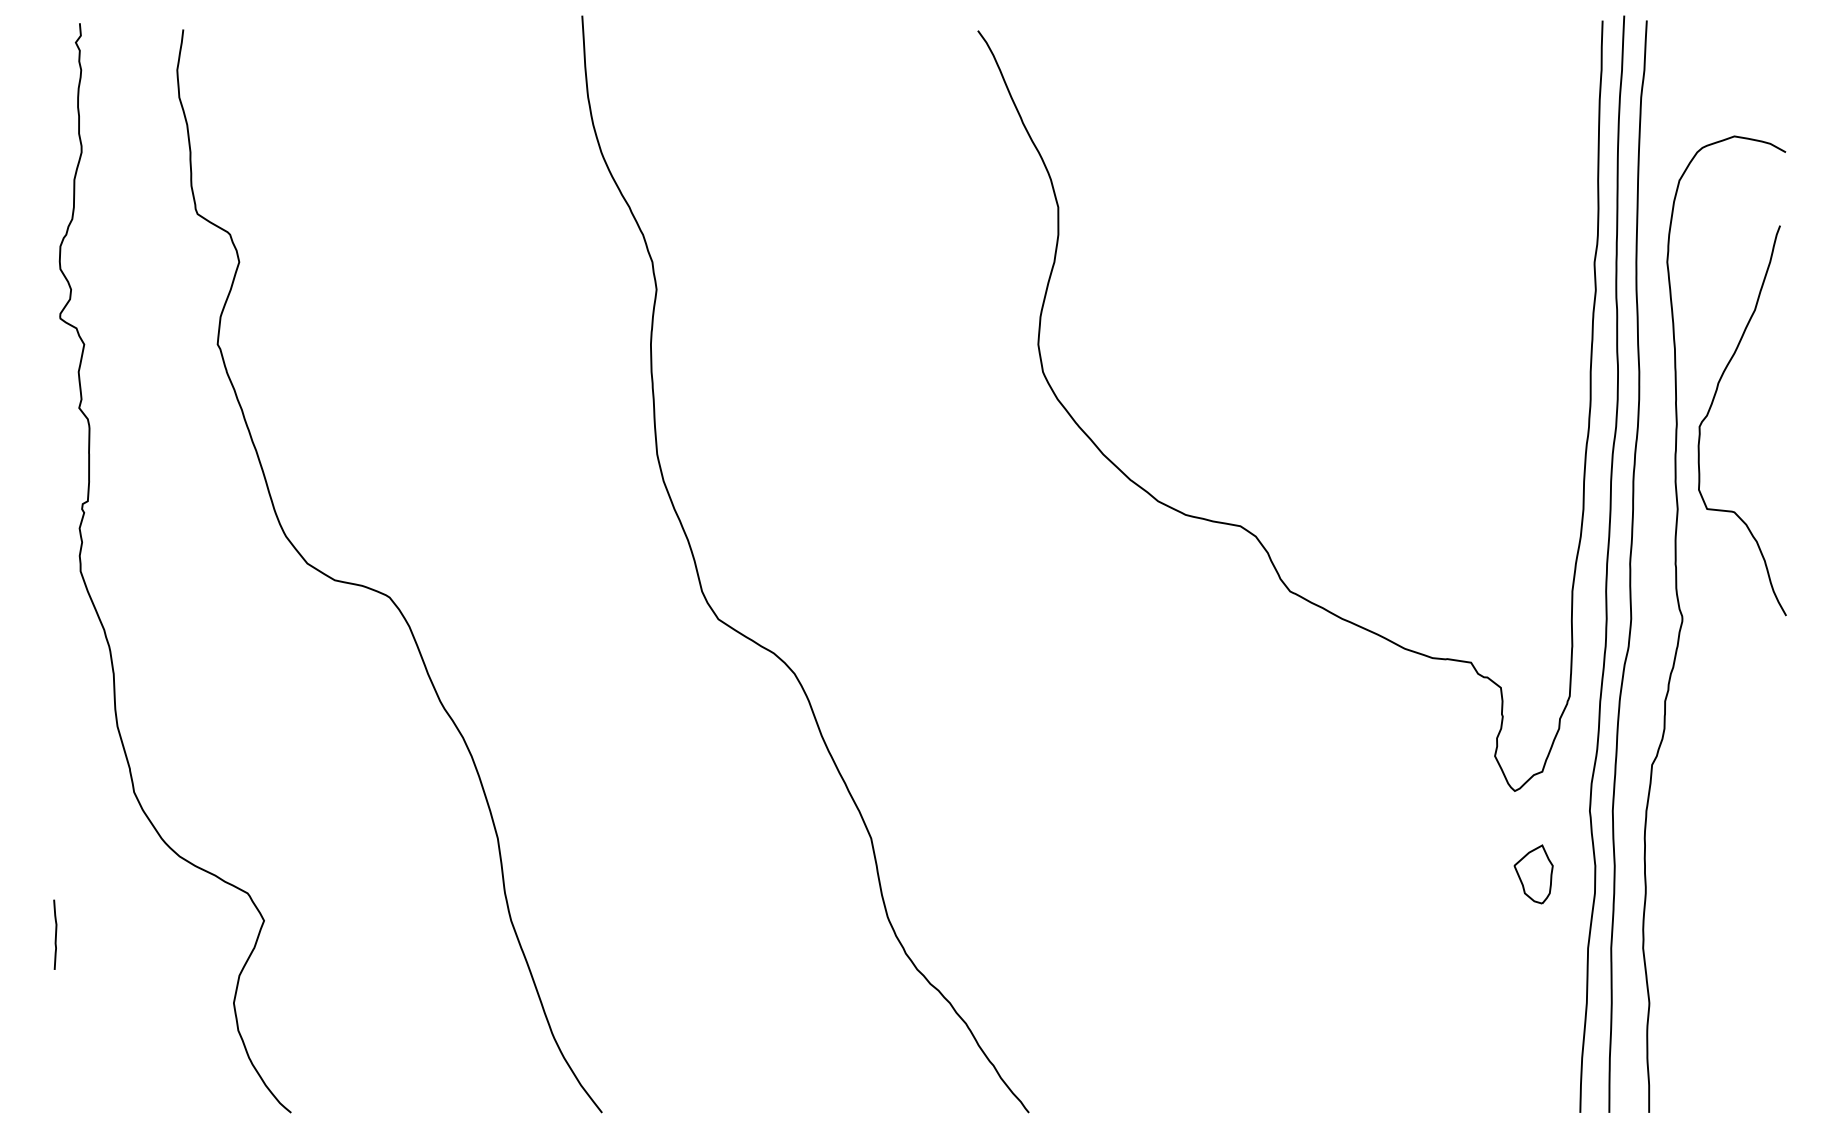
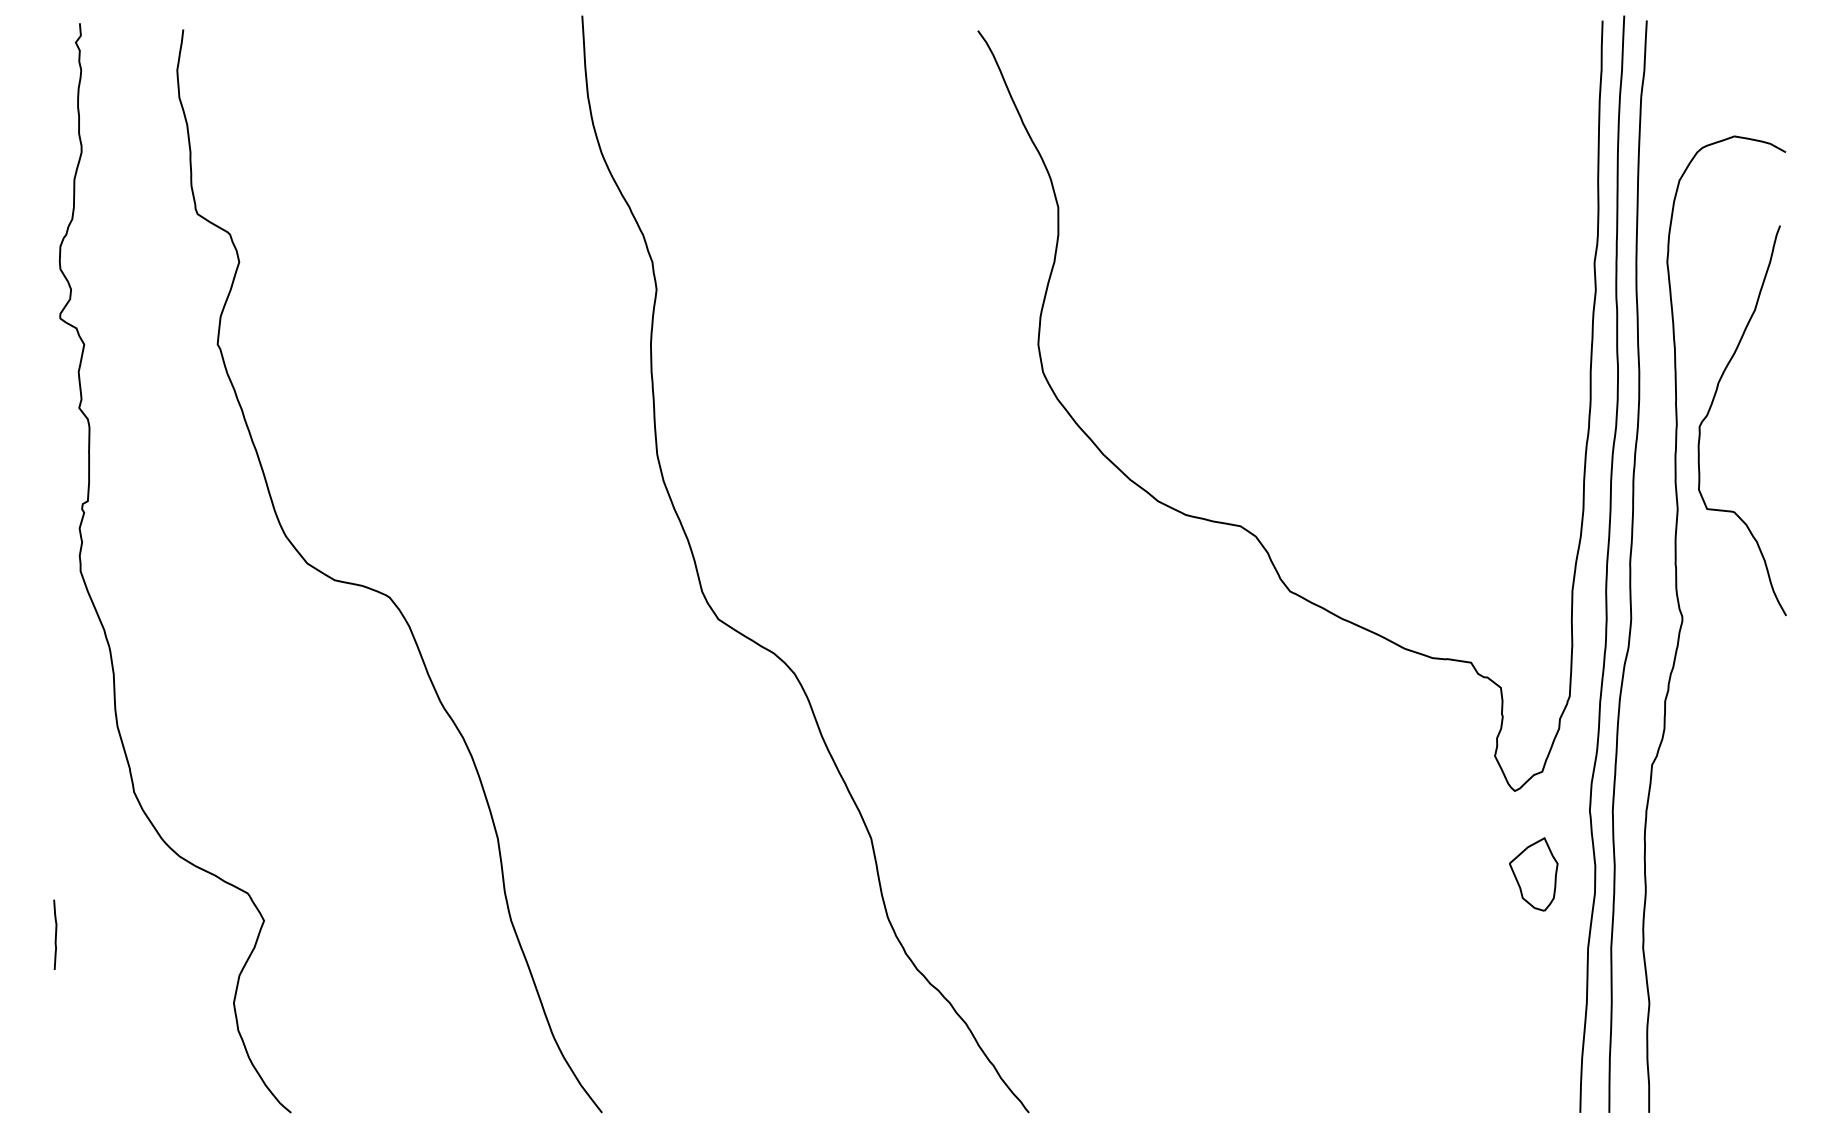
part at (1533, 874) size: 41x61 px -> 50x75 px
